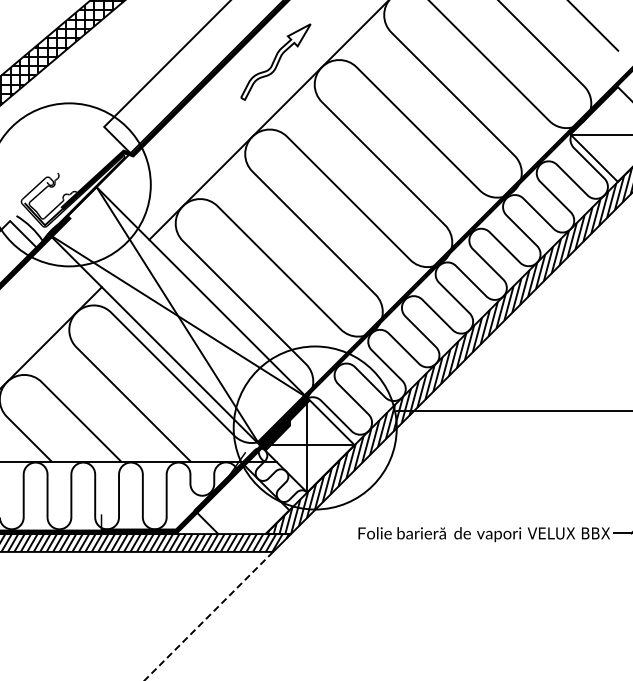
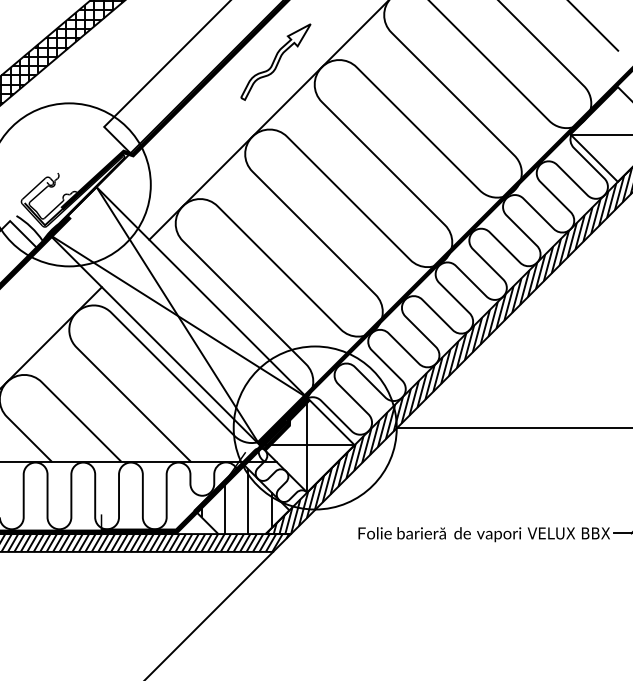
line at (512, 411) position: (512, 411) -> (512, 428)
hatch at (236, 501): none -> present
line at (208, 616): dashed -> solid
